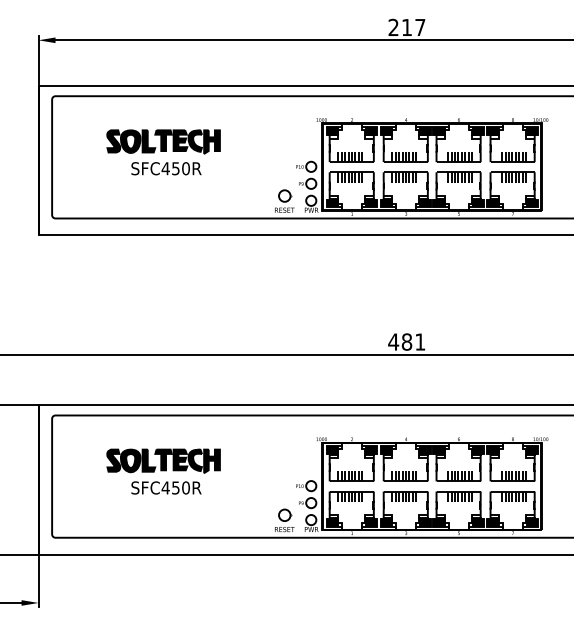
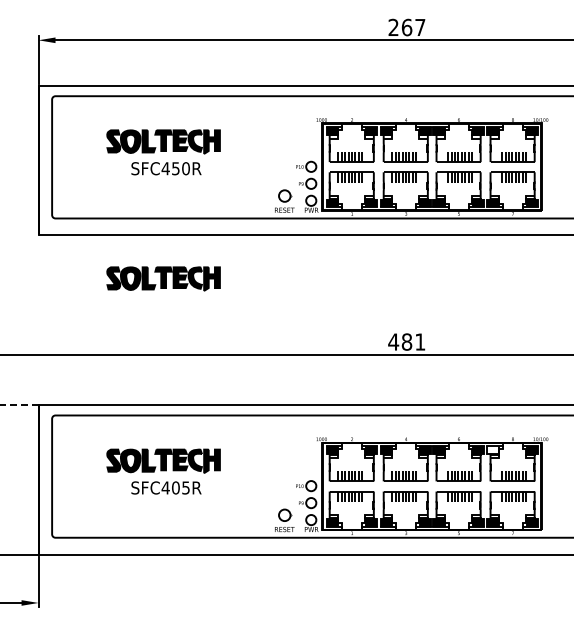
text at (406, 27): 217 -> 267
part at (163, 278): none -> present
line at (19, 405): solid -> dashed
fill at (492, 449): present -> none
text at (180, 487): SFC450R -> SFC405R
